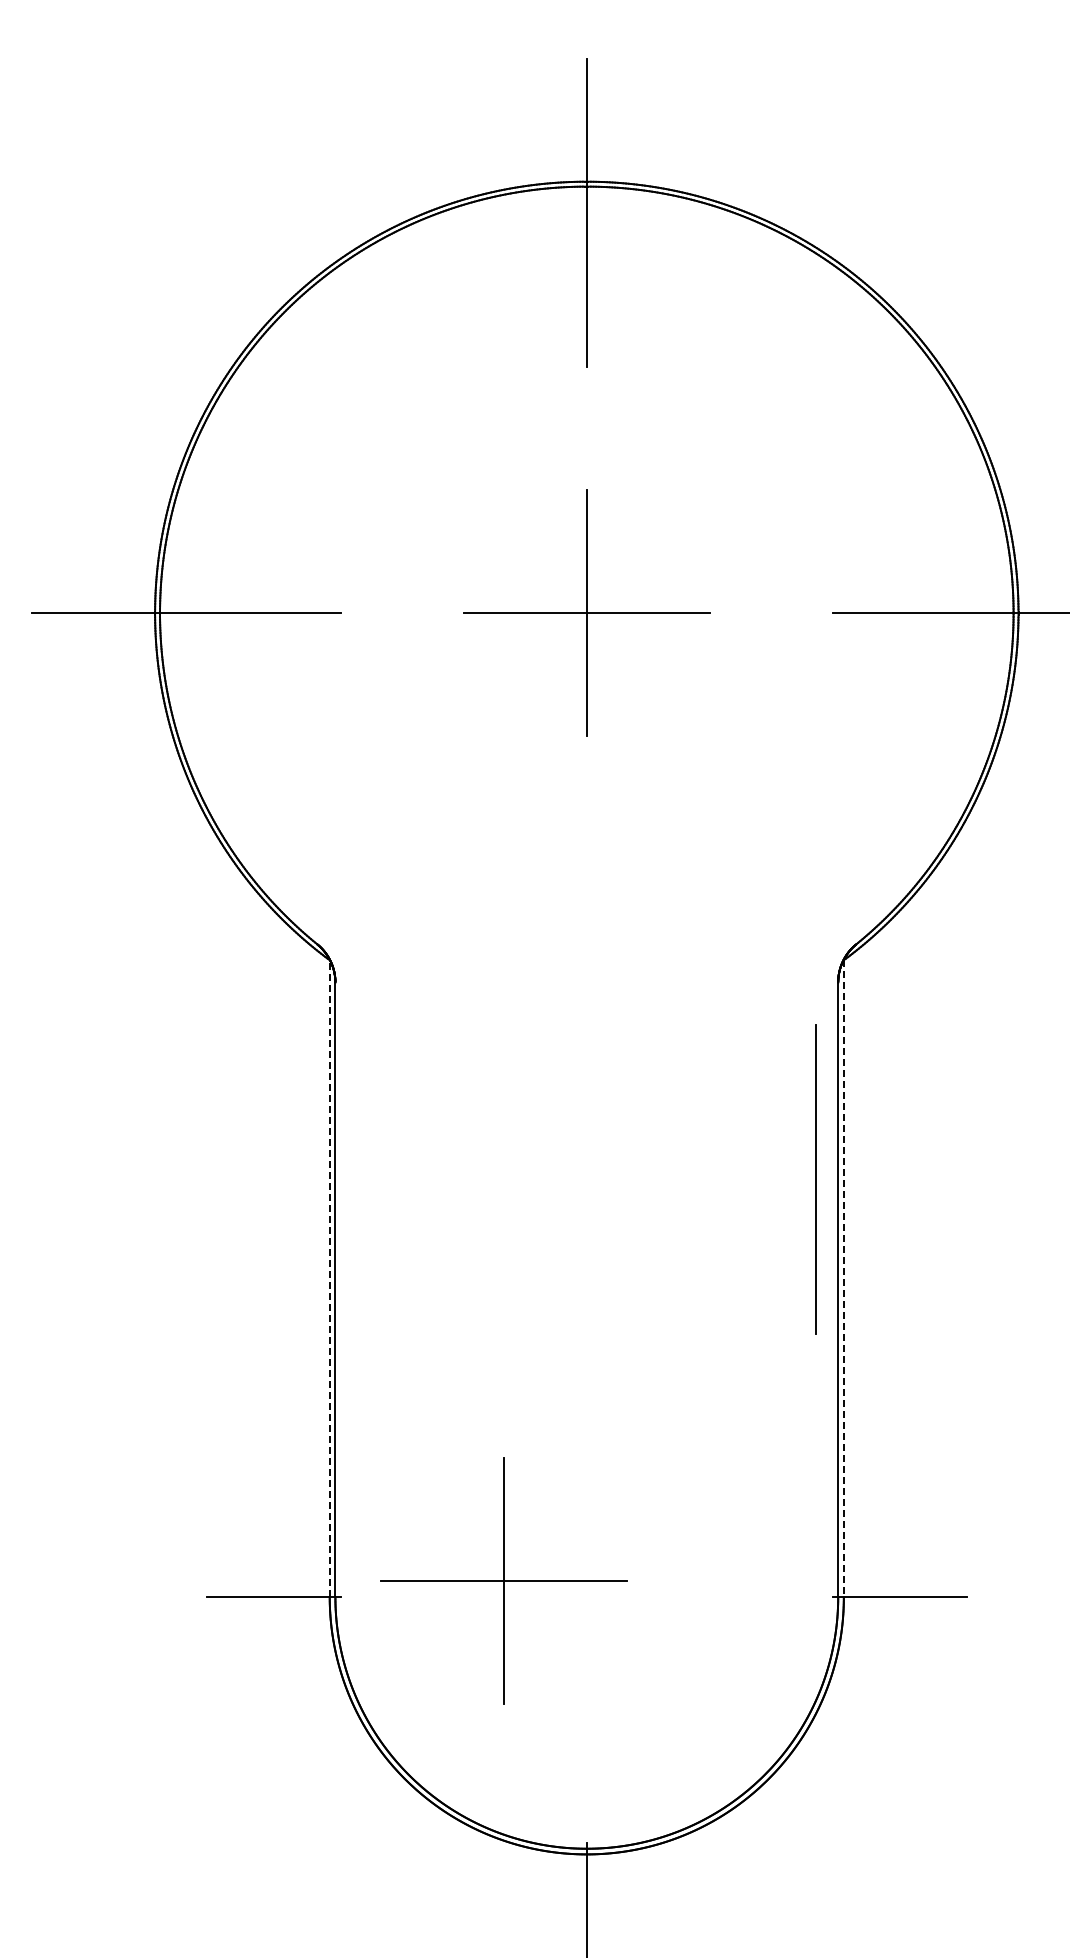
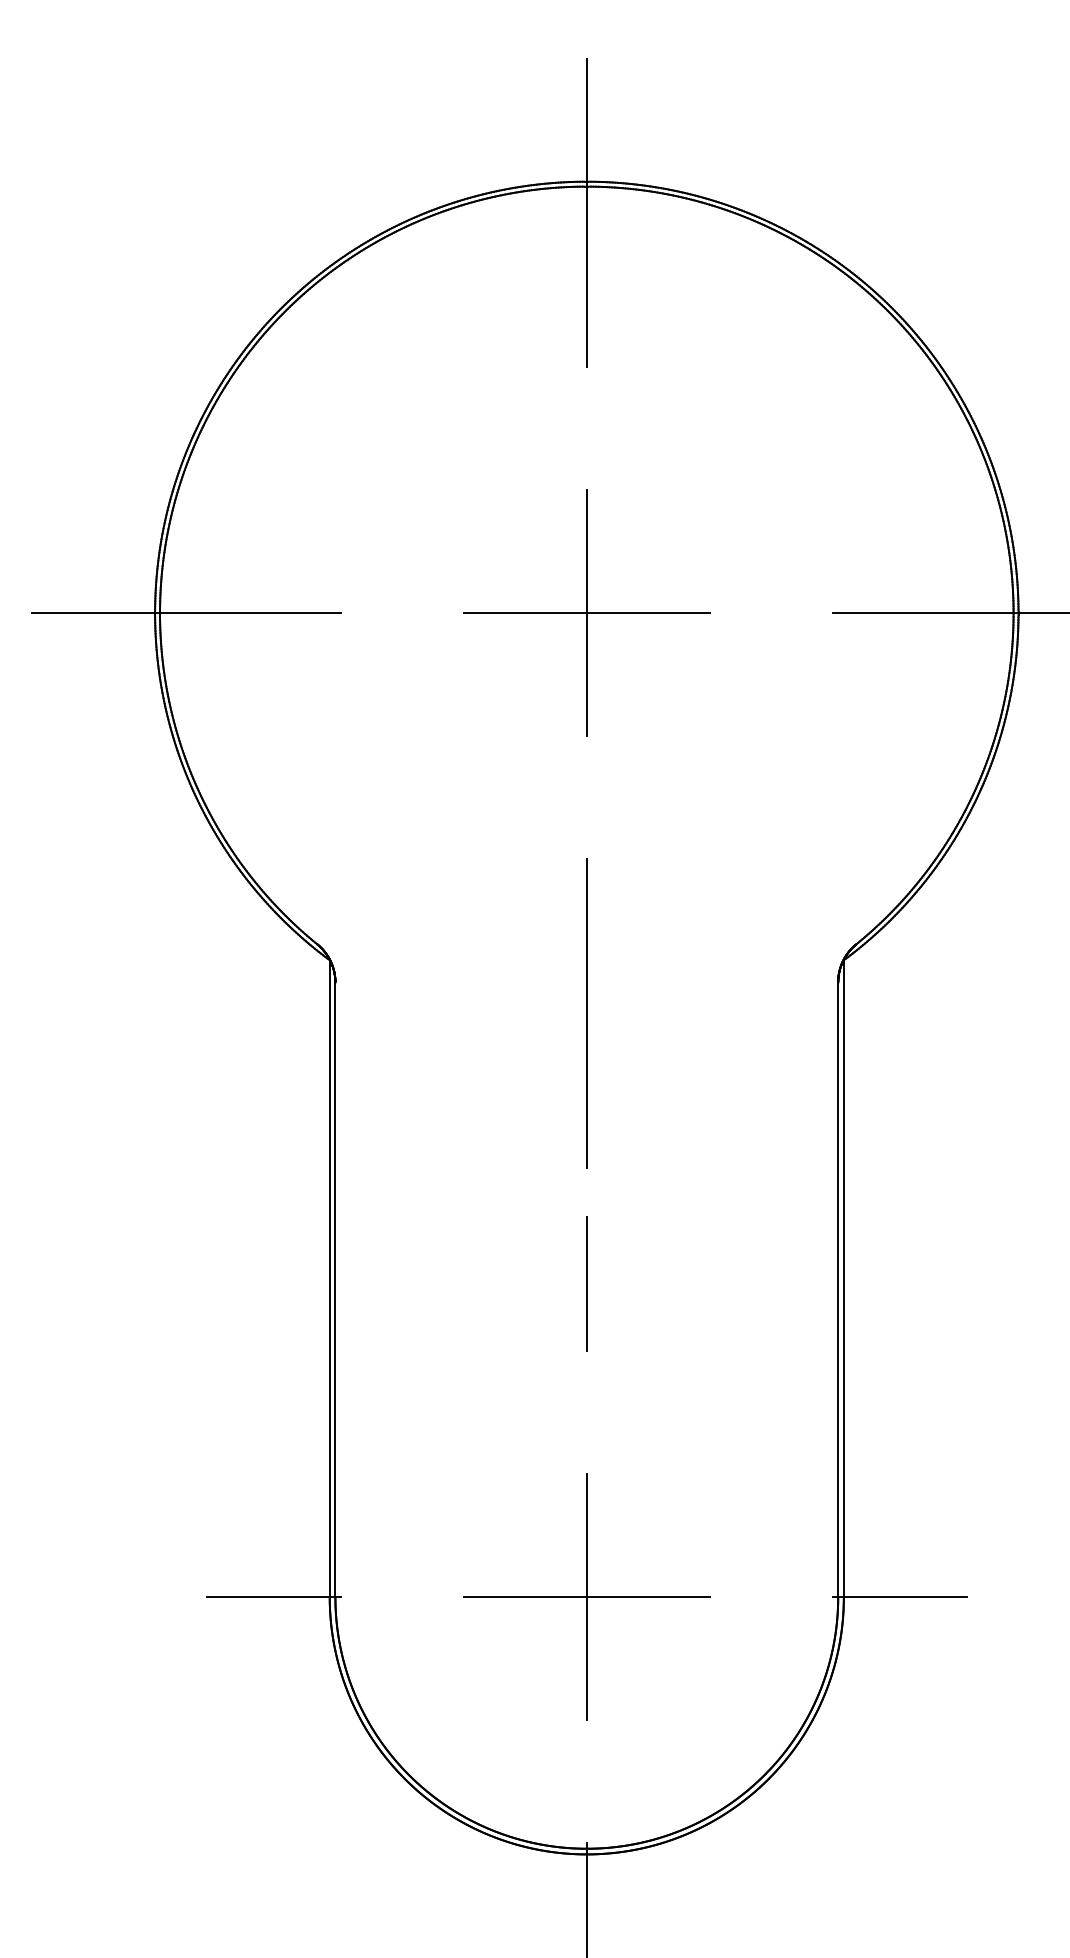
line at (815, 1179) position: (815, 1179) -> (586, 1013)
line at (329, 1278): dashed -> solid
line at (843, 1278): dashed -> solid
line at (586, 1283): none -> present
part at (503, 1580) position: (503, 1580) -> (586, 1596)
